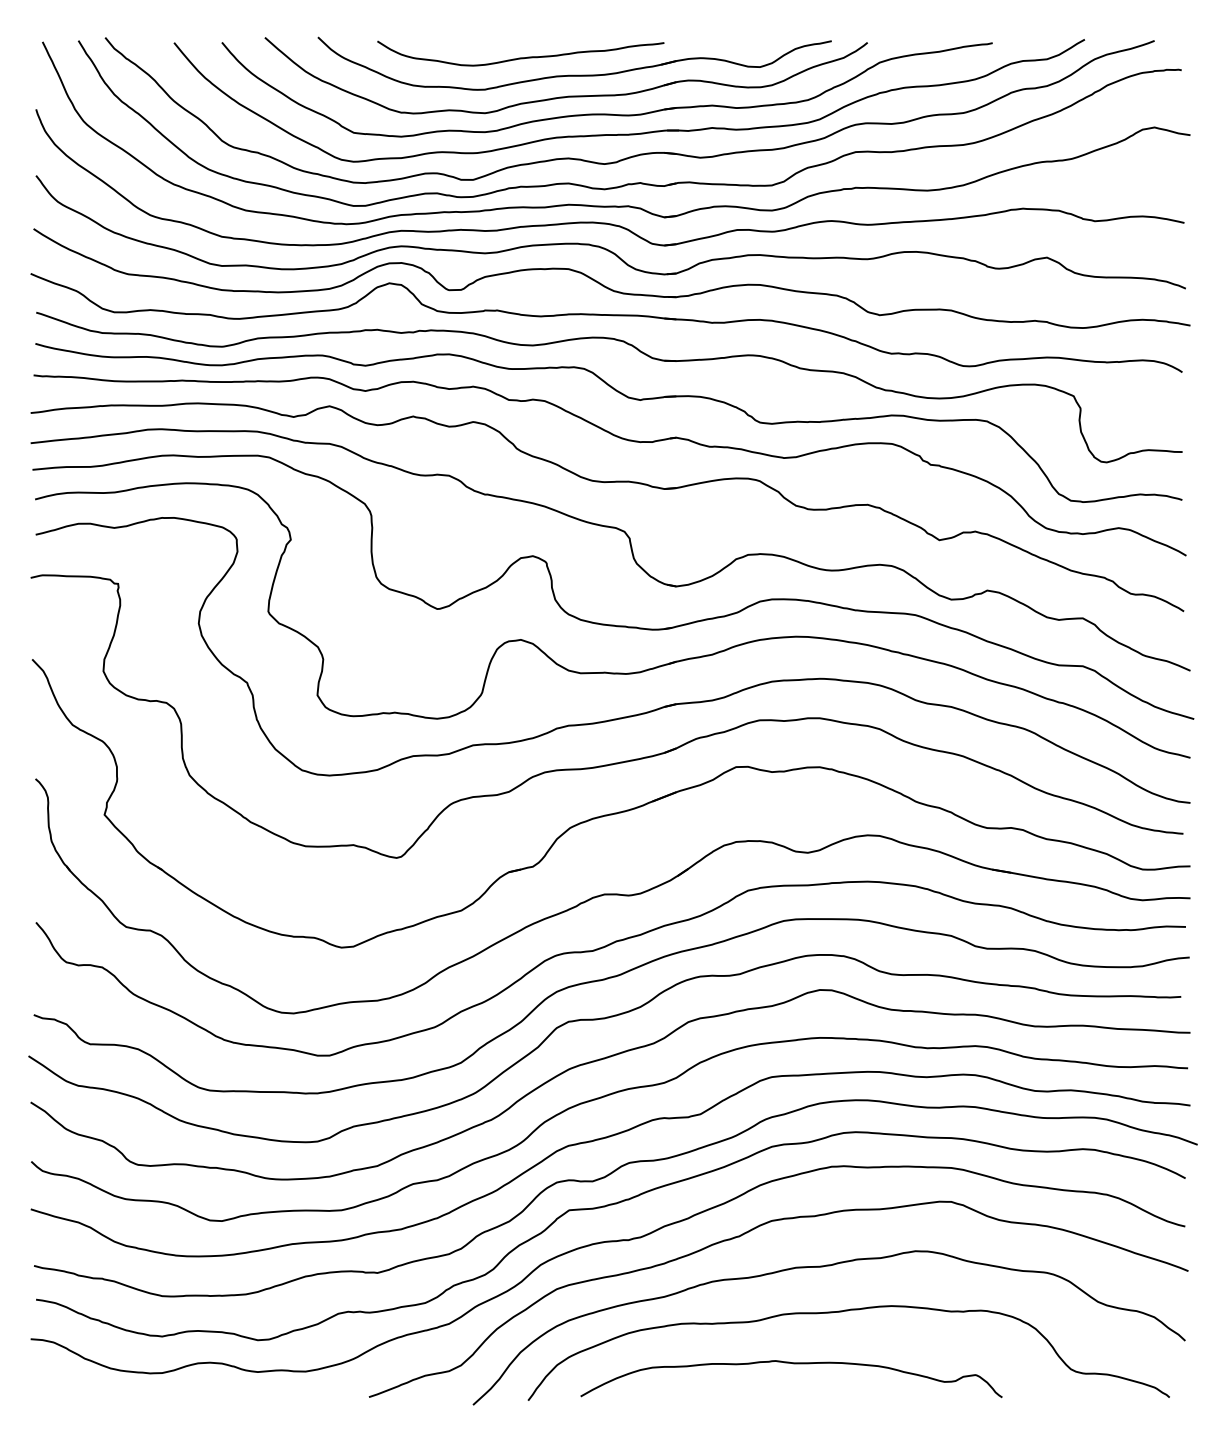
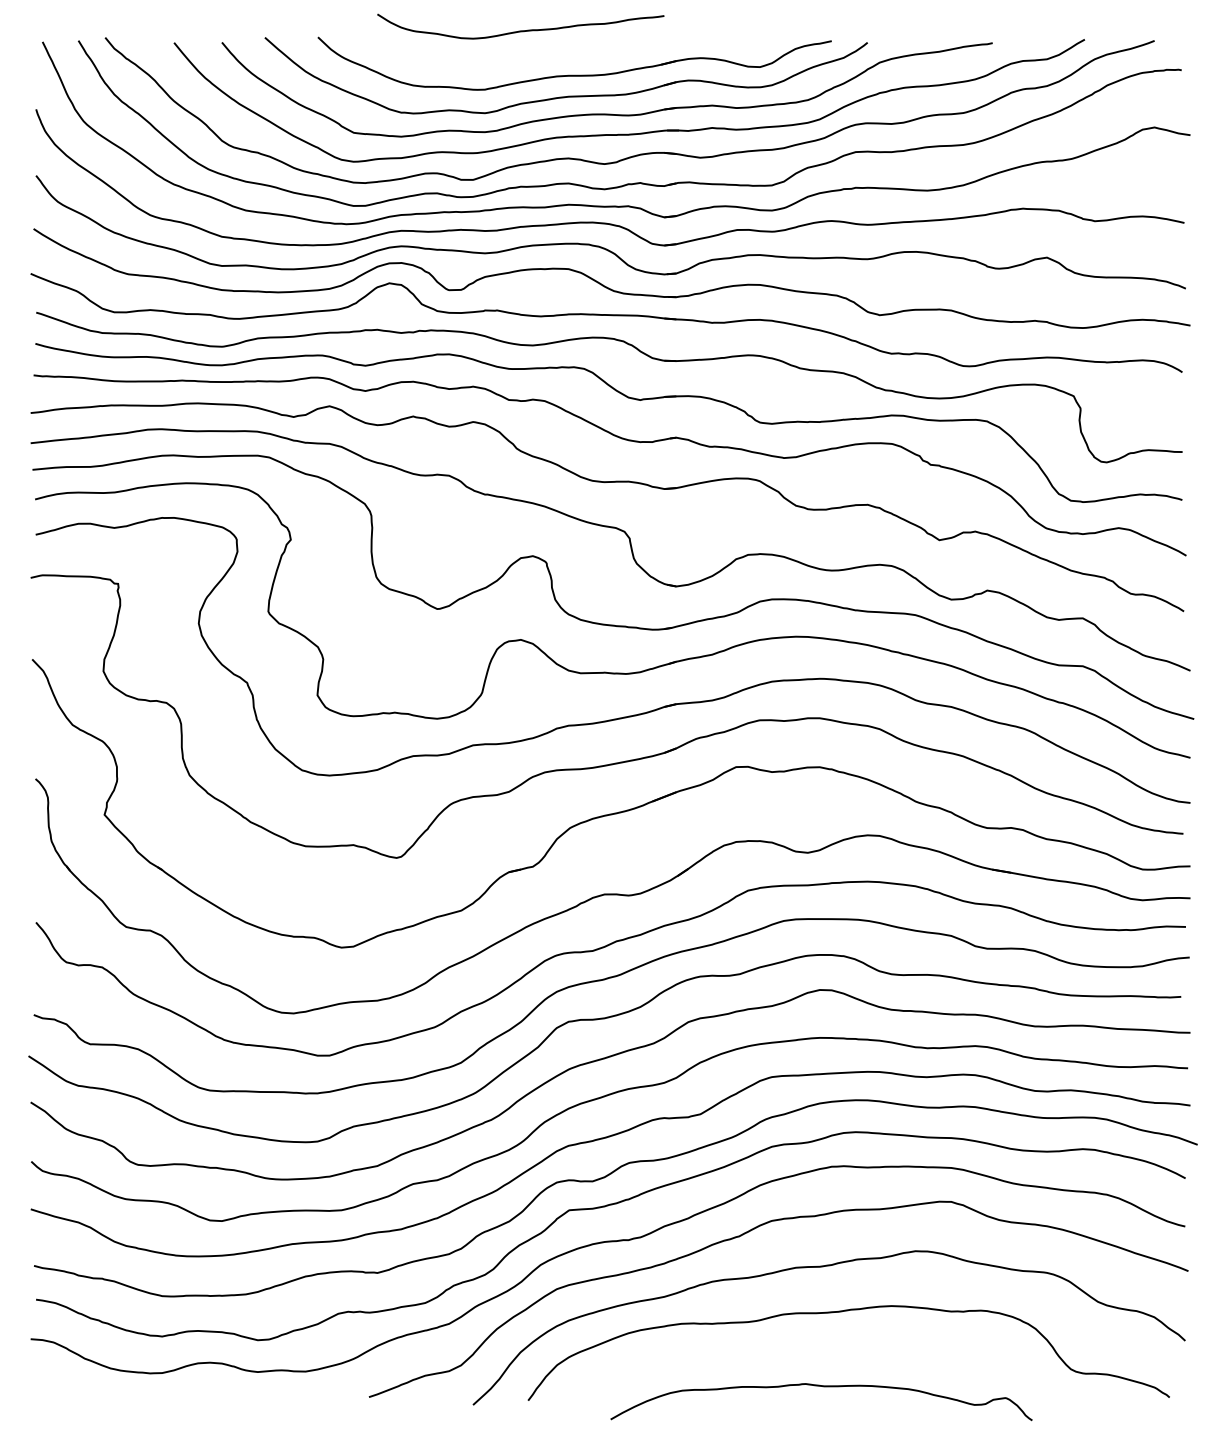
curve at (520, 57) position: (520, 57) -> (520, 30)
curve at (793, 1364) position: (793, 1364) -> (823, 1387)
